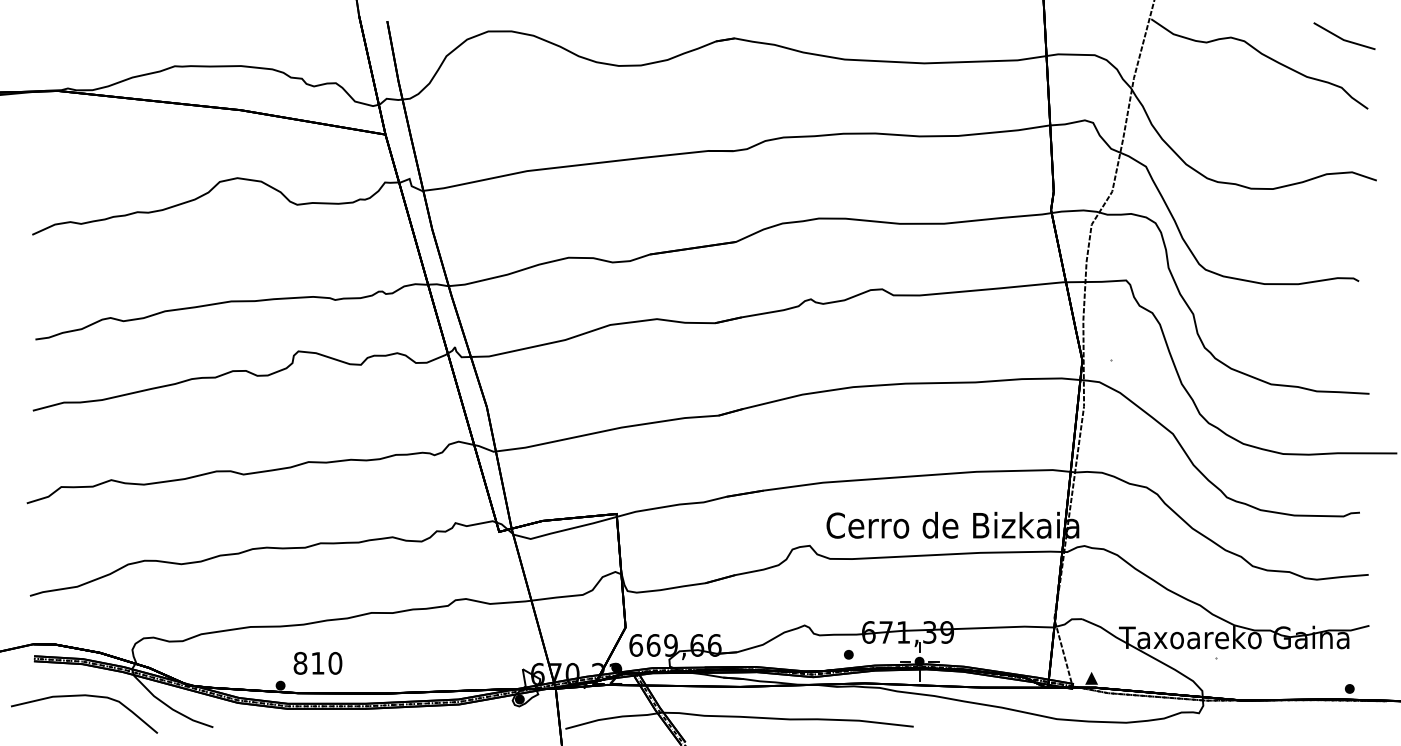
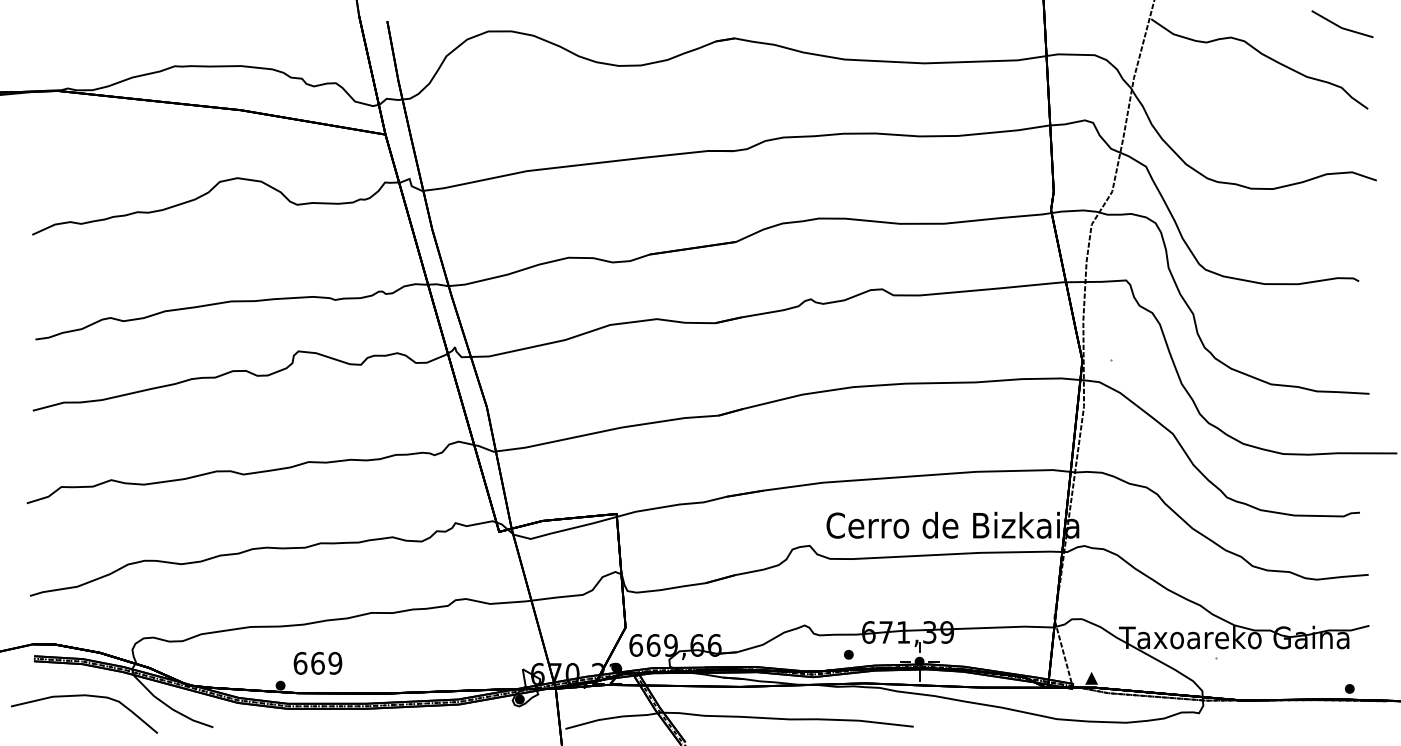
line at (1343, 38) position: (1343, 38) -> (1341, 26)
text at (317, 662): 810 -> 669
